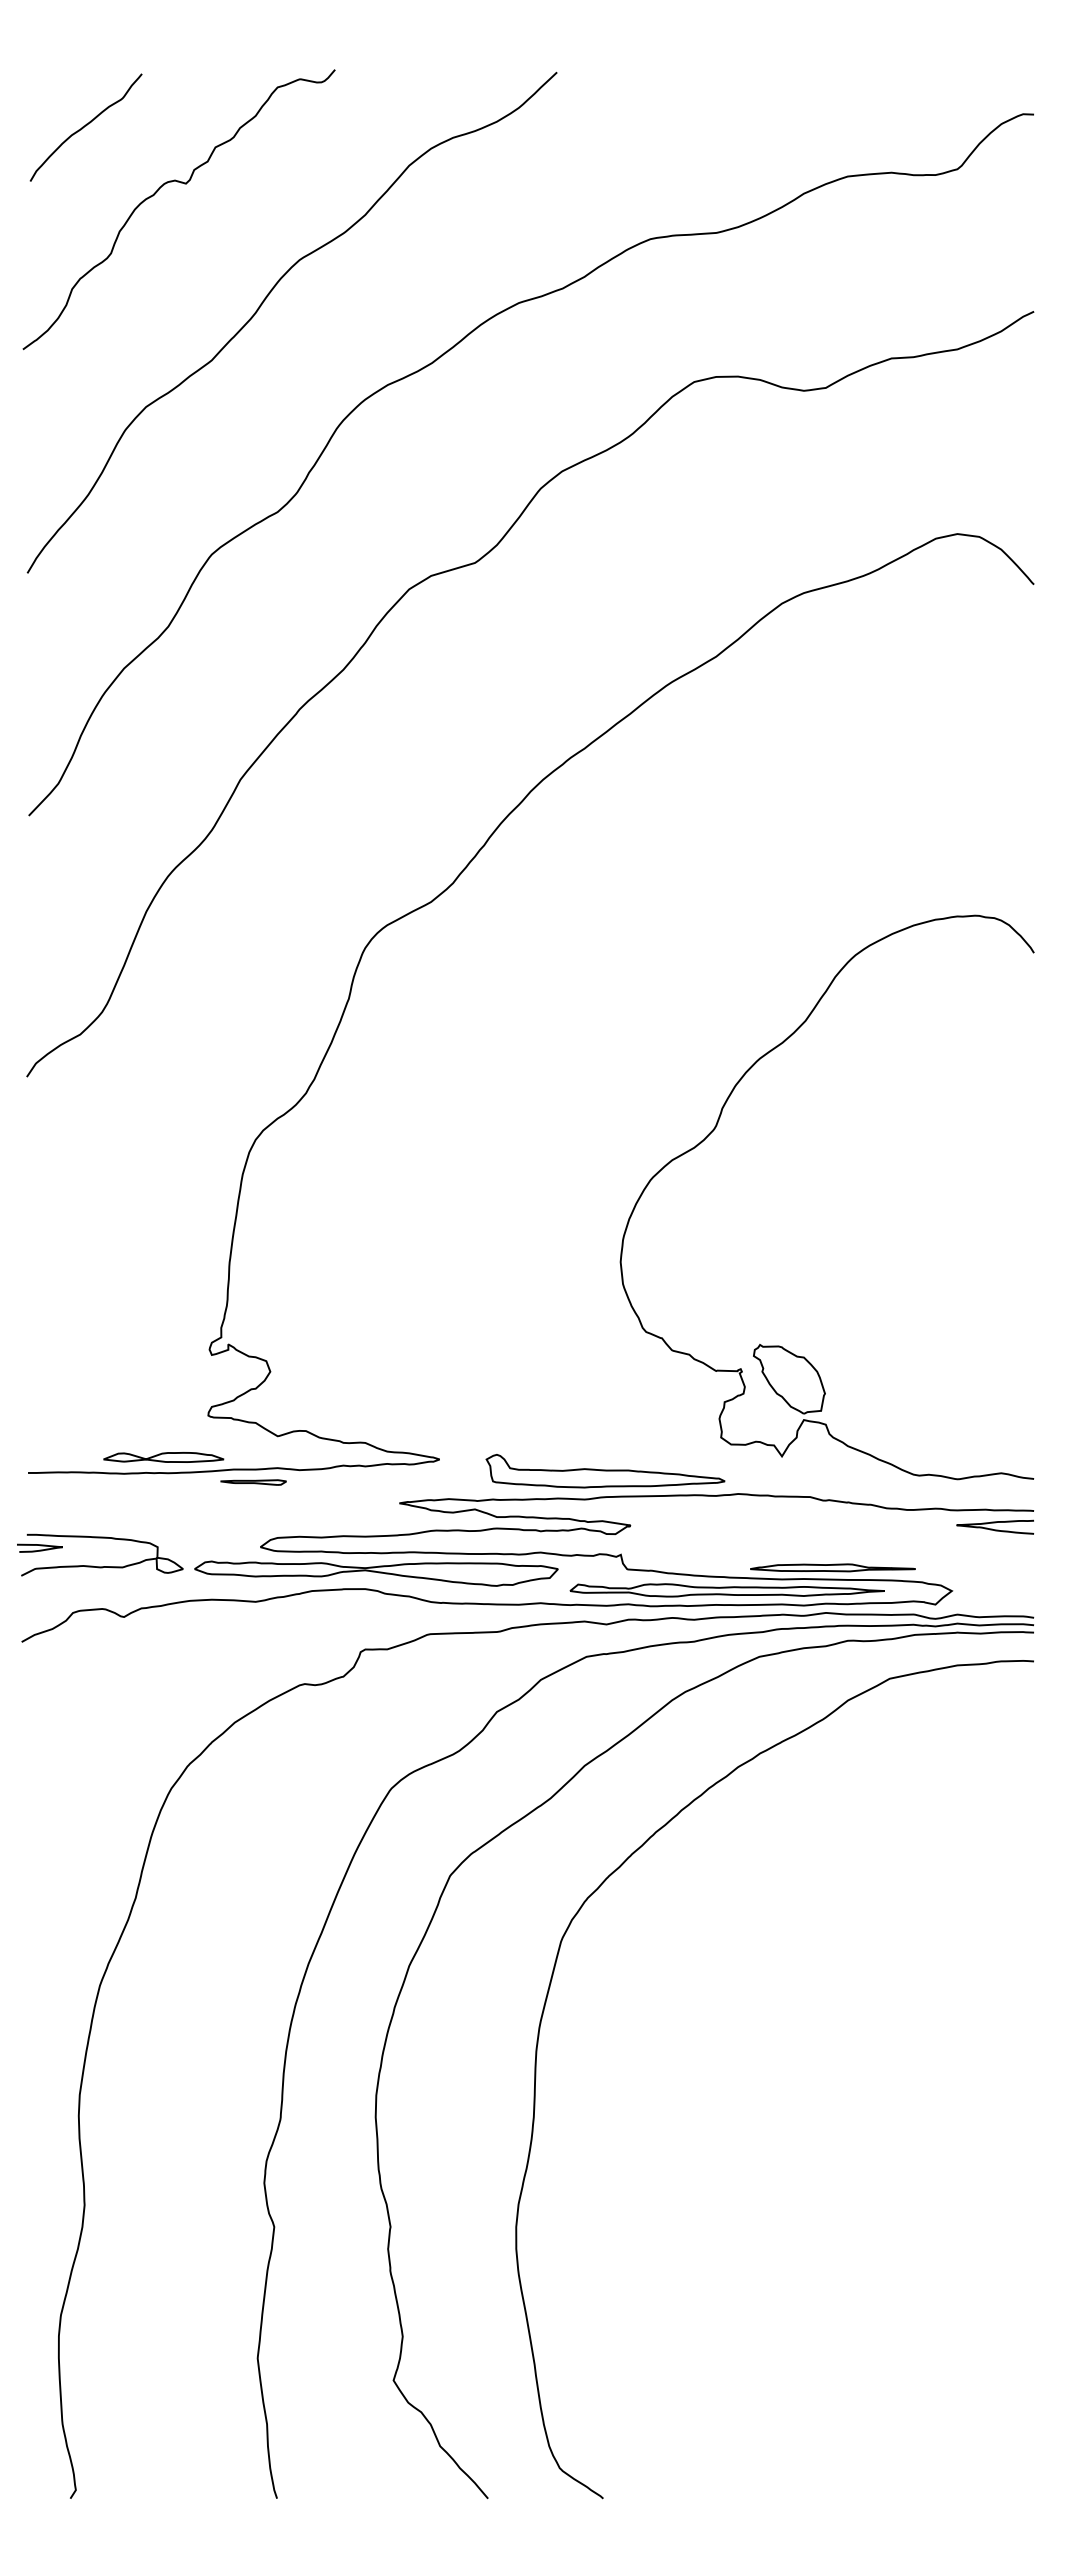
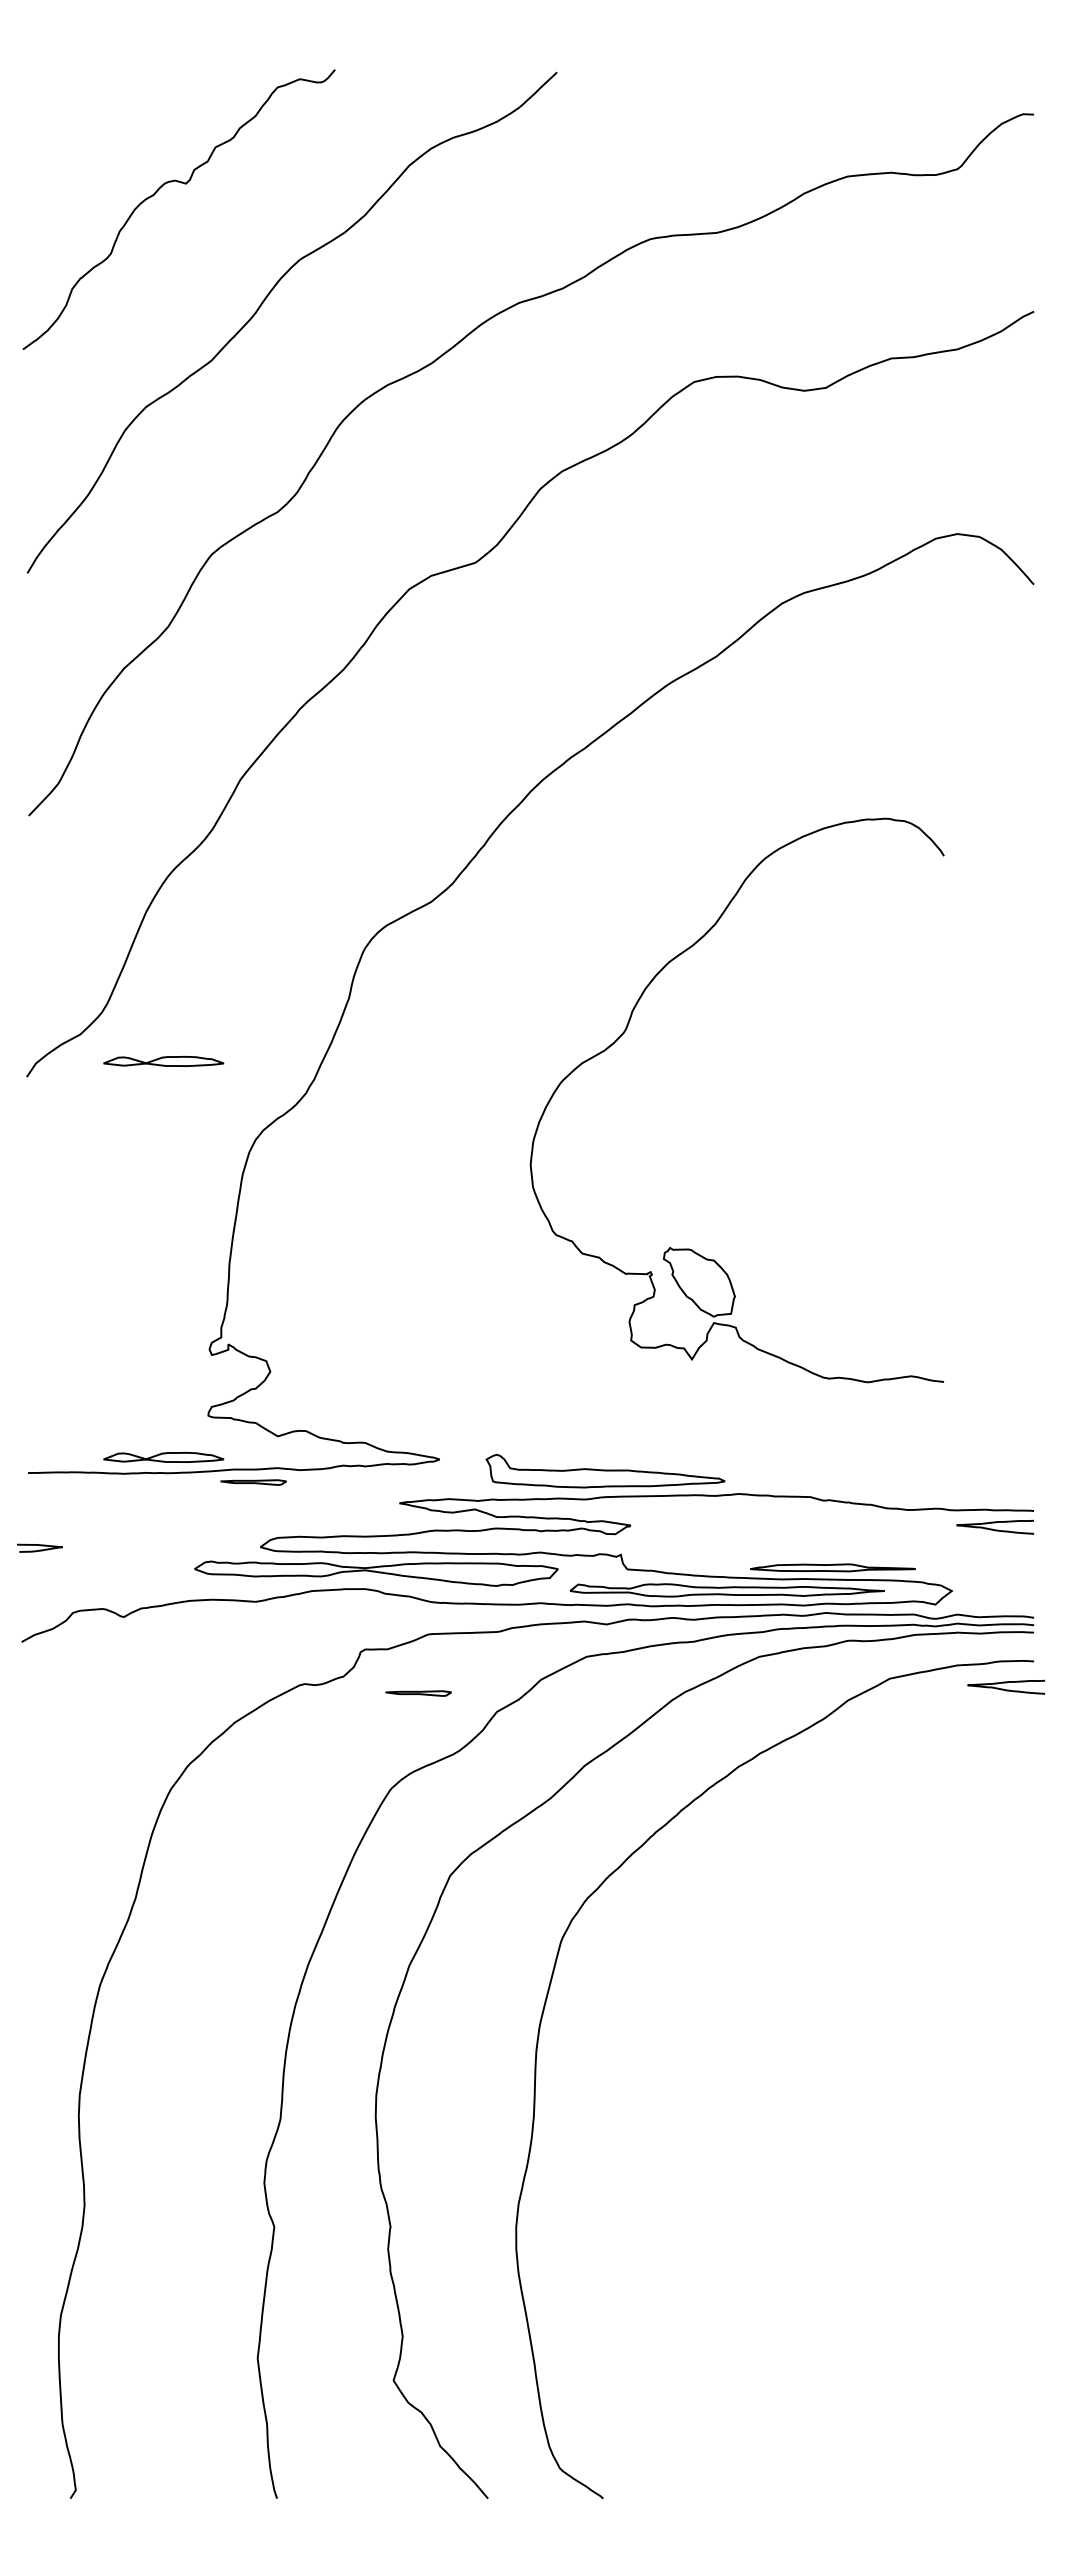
curve at (85, 126): present -> none
part at (163, 1061): none -> present
part at (715, 1129) position: (715, 1129) -> (625, 1032)
curve at (102, 1566): present -> none
curve at (1006, 1683): none -> present
part at (418, 1693): none -> present
